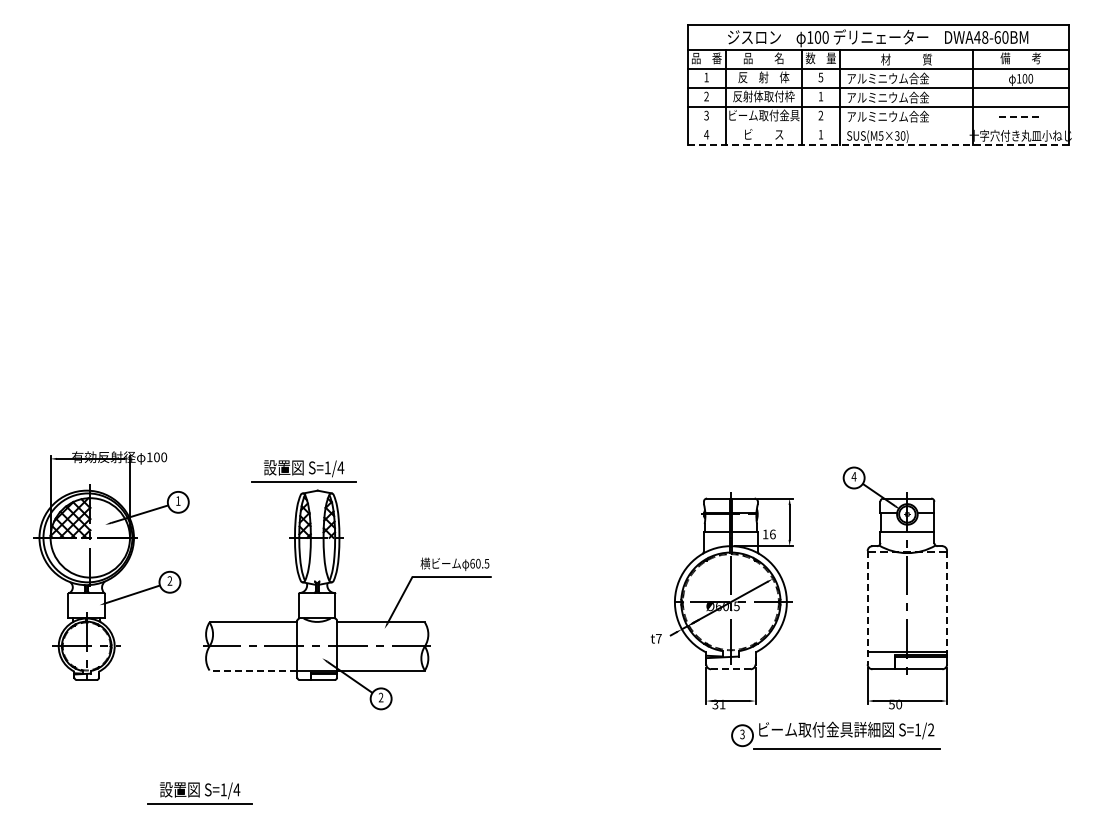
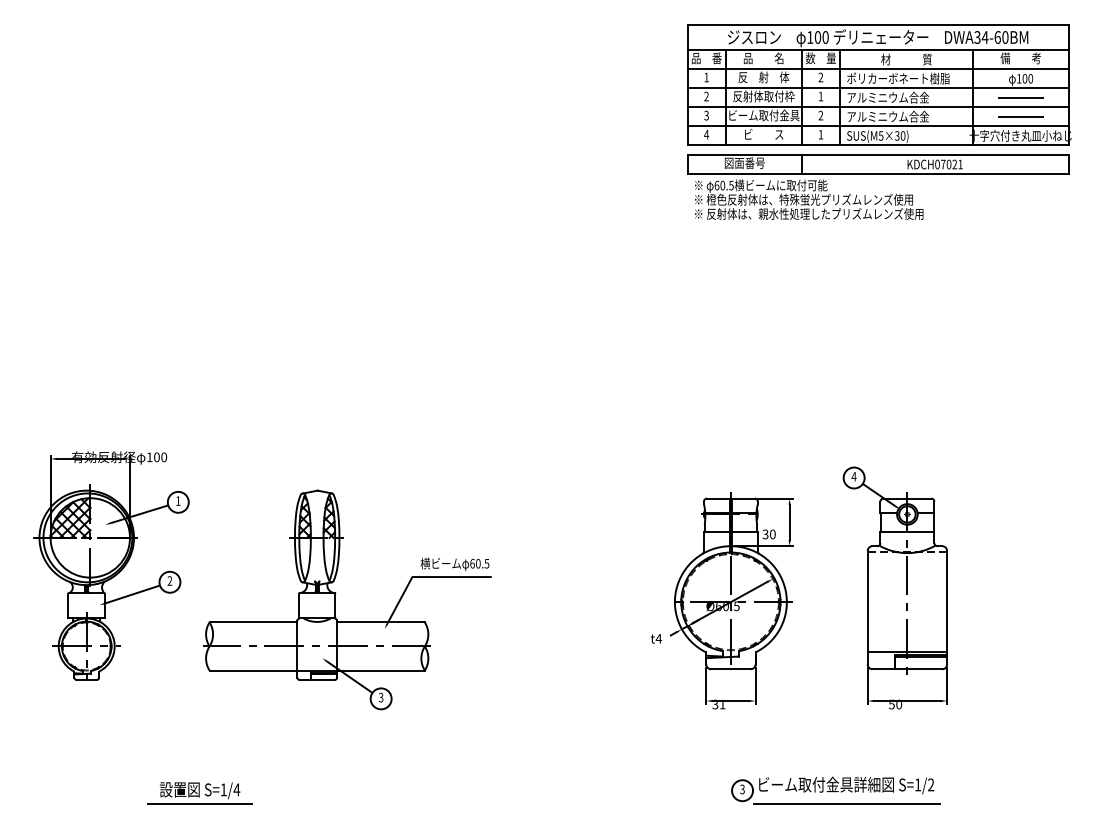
text at (981, 37): DWA48-60BM -> DWA34-60BM
text at (820, 77): 5 -> 2
text at (898, 78): アルミニウム合金 -> ポリカーボネート樹脂
line at (1020, 97): none -> present
line at (1021, 116): dashed -> solid
line at (877, 126): none -> present
line at (878, 145): dashed -> solid
part at (875, 195): none -> present
part at (303, 471): present -> none
text at (768, 534): 16 -> 30
line at (947, 603): dashed -> solid
line at (867, 607): dashed -> solid
text at (658, 638): t7 -> t4
line at (730, 669): dashed -> solid
line at (253, 670): dashed -> solid
text at (380, 698): 2 -> 3
part at (835, 735) position: (835, 735) -> (835, 790)
